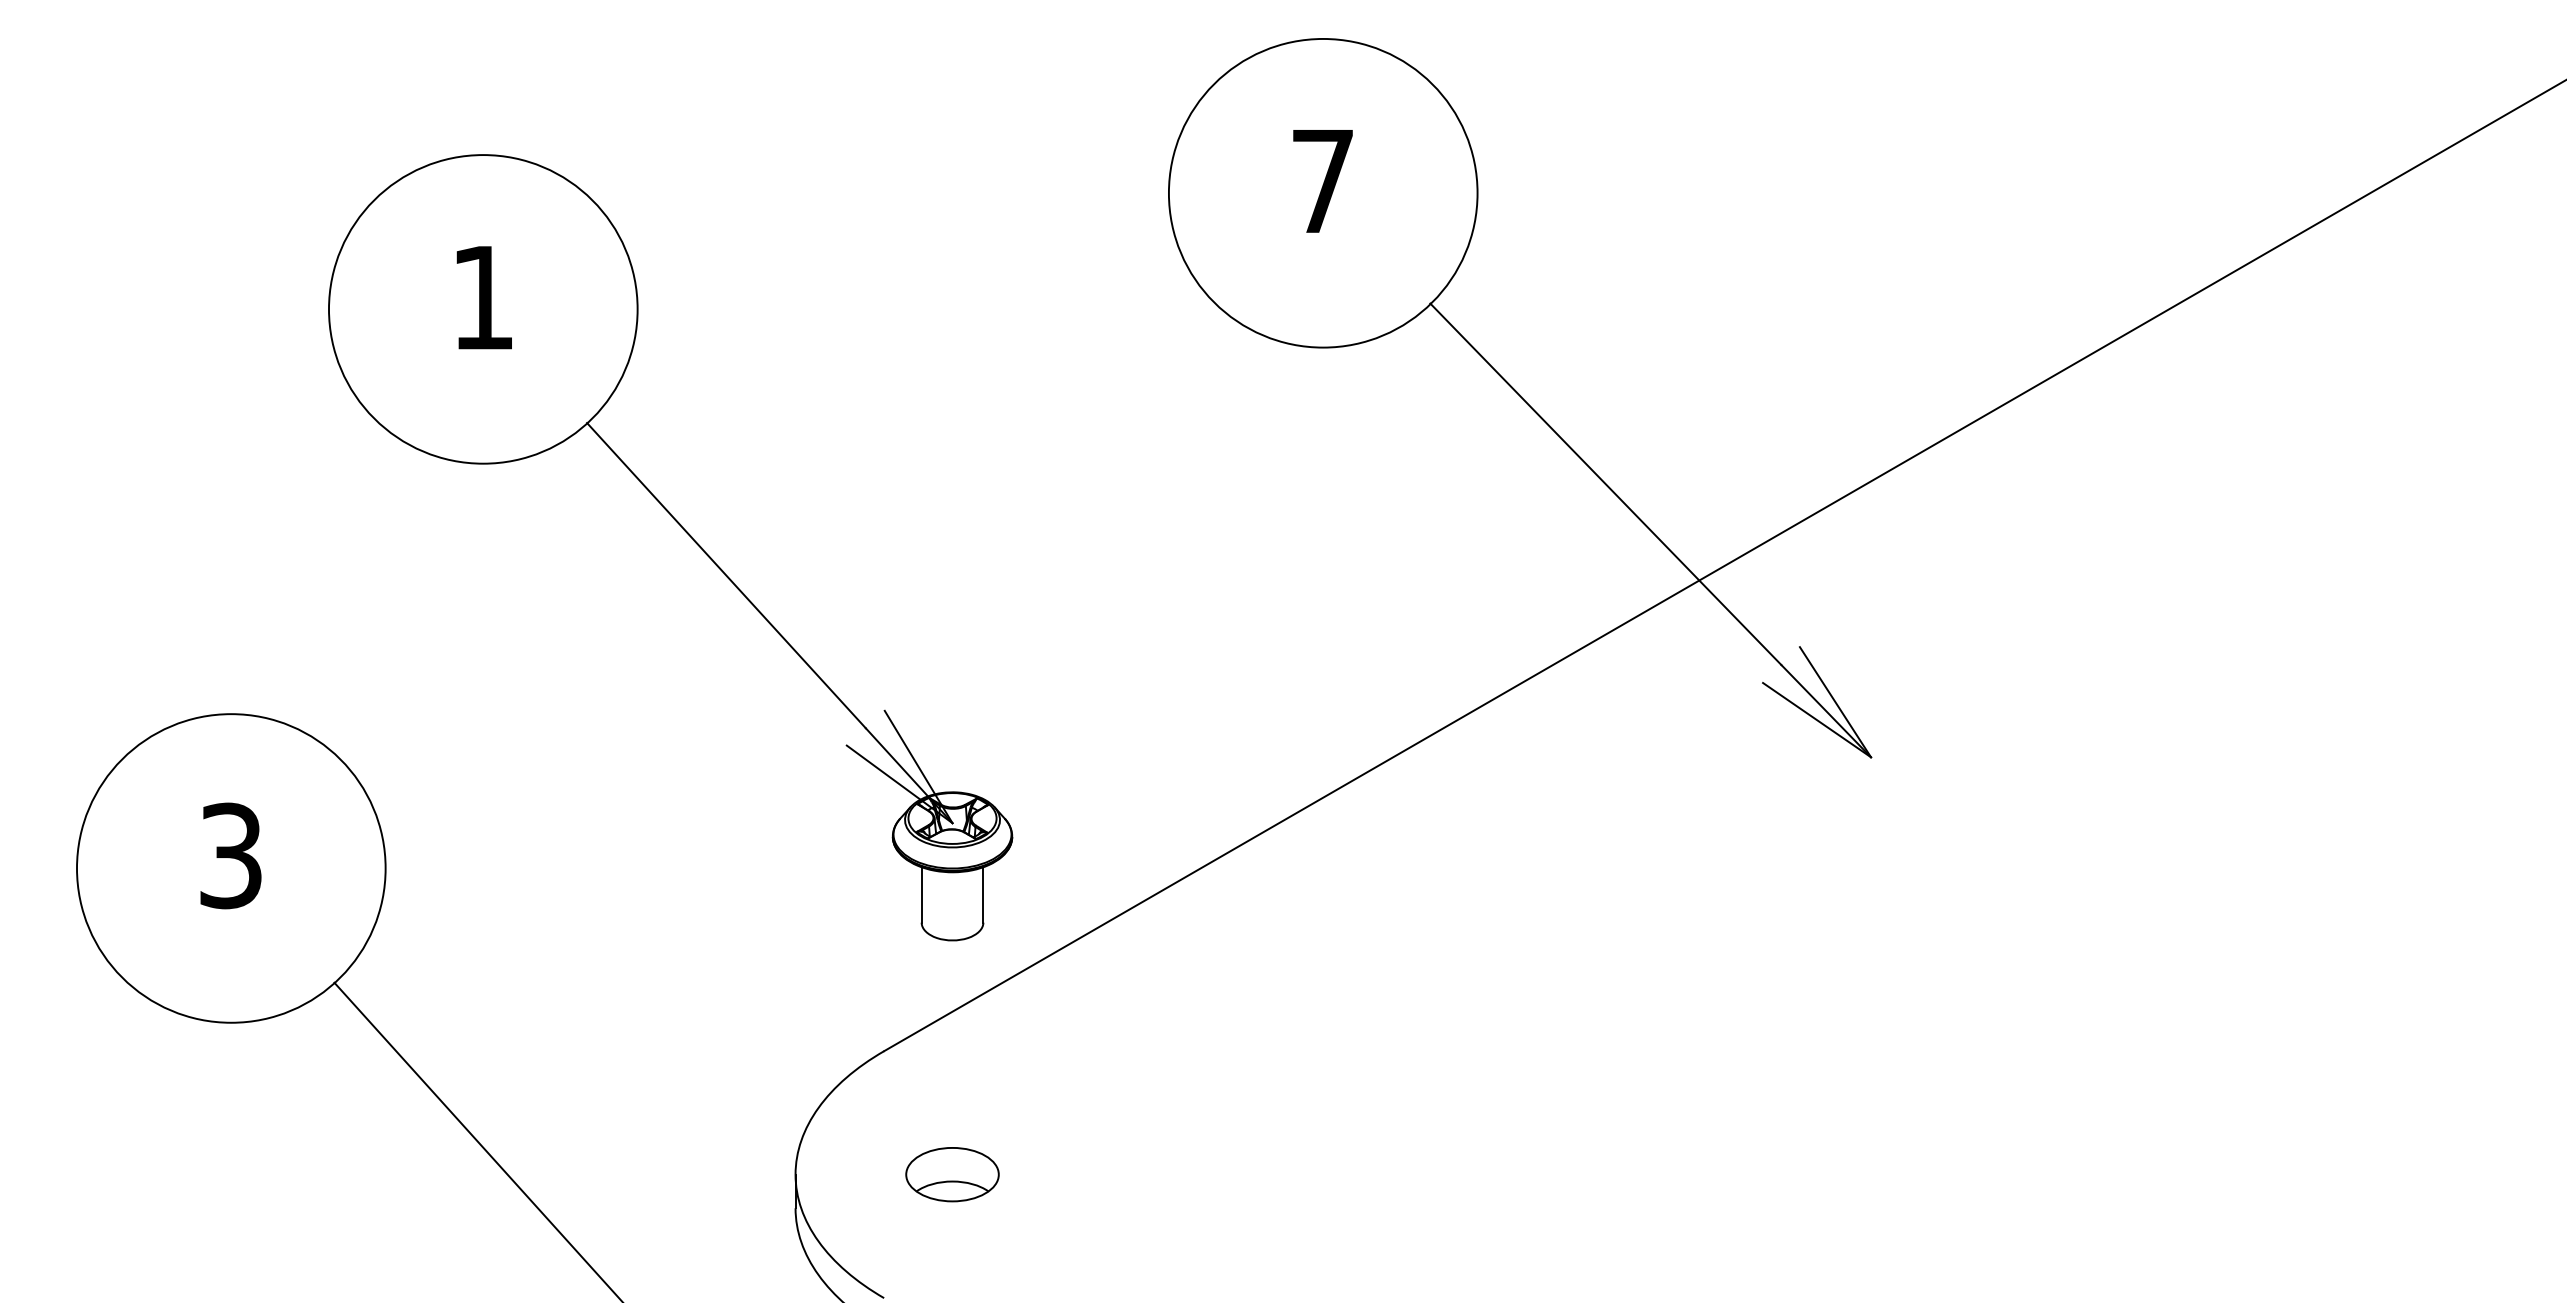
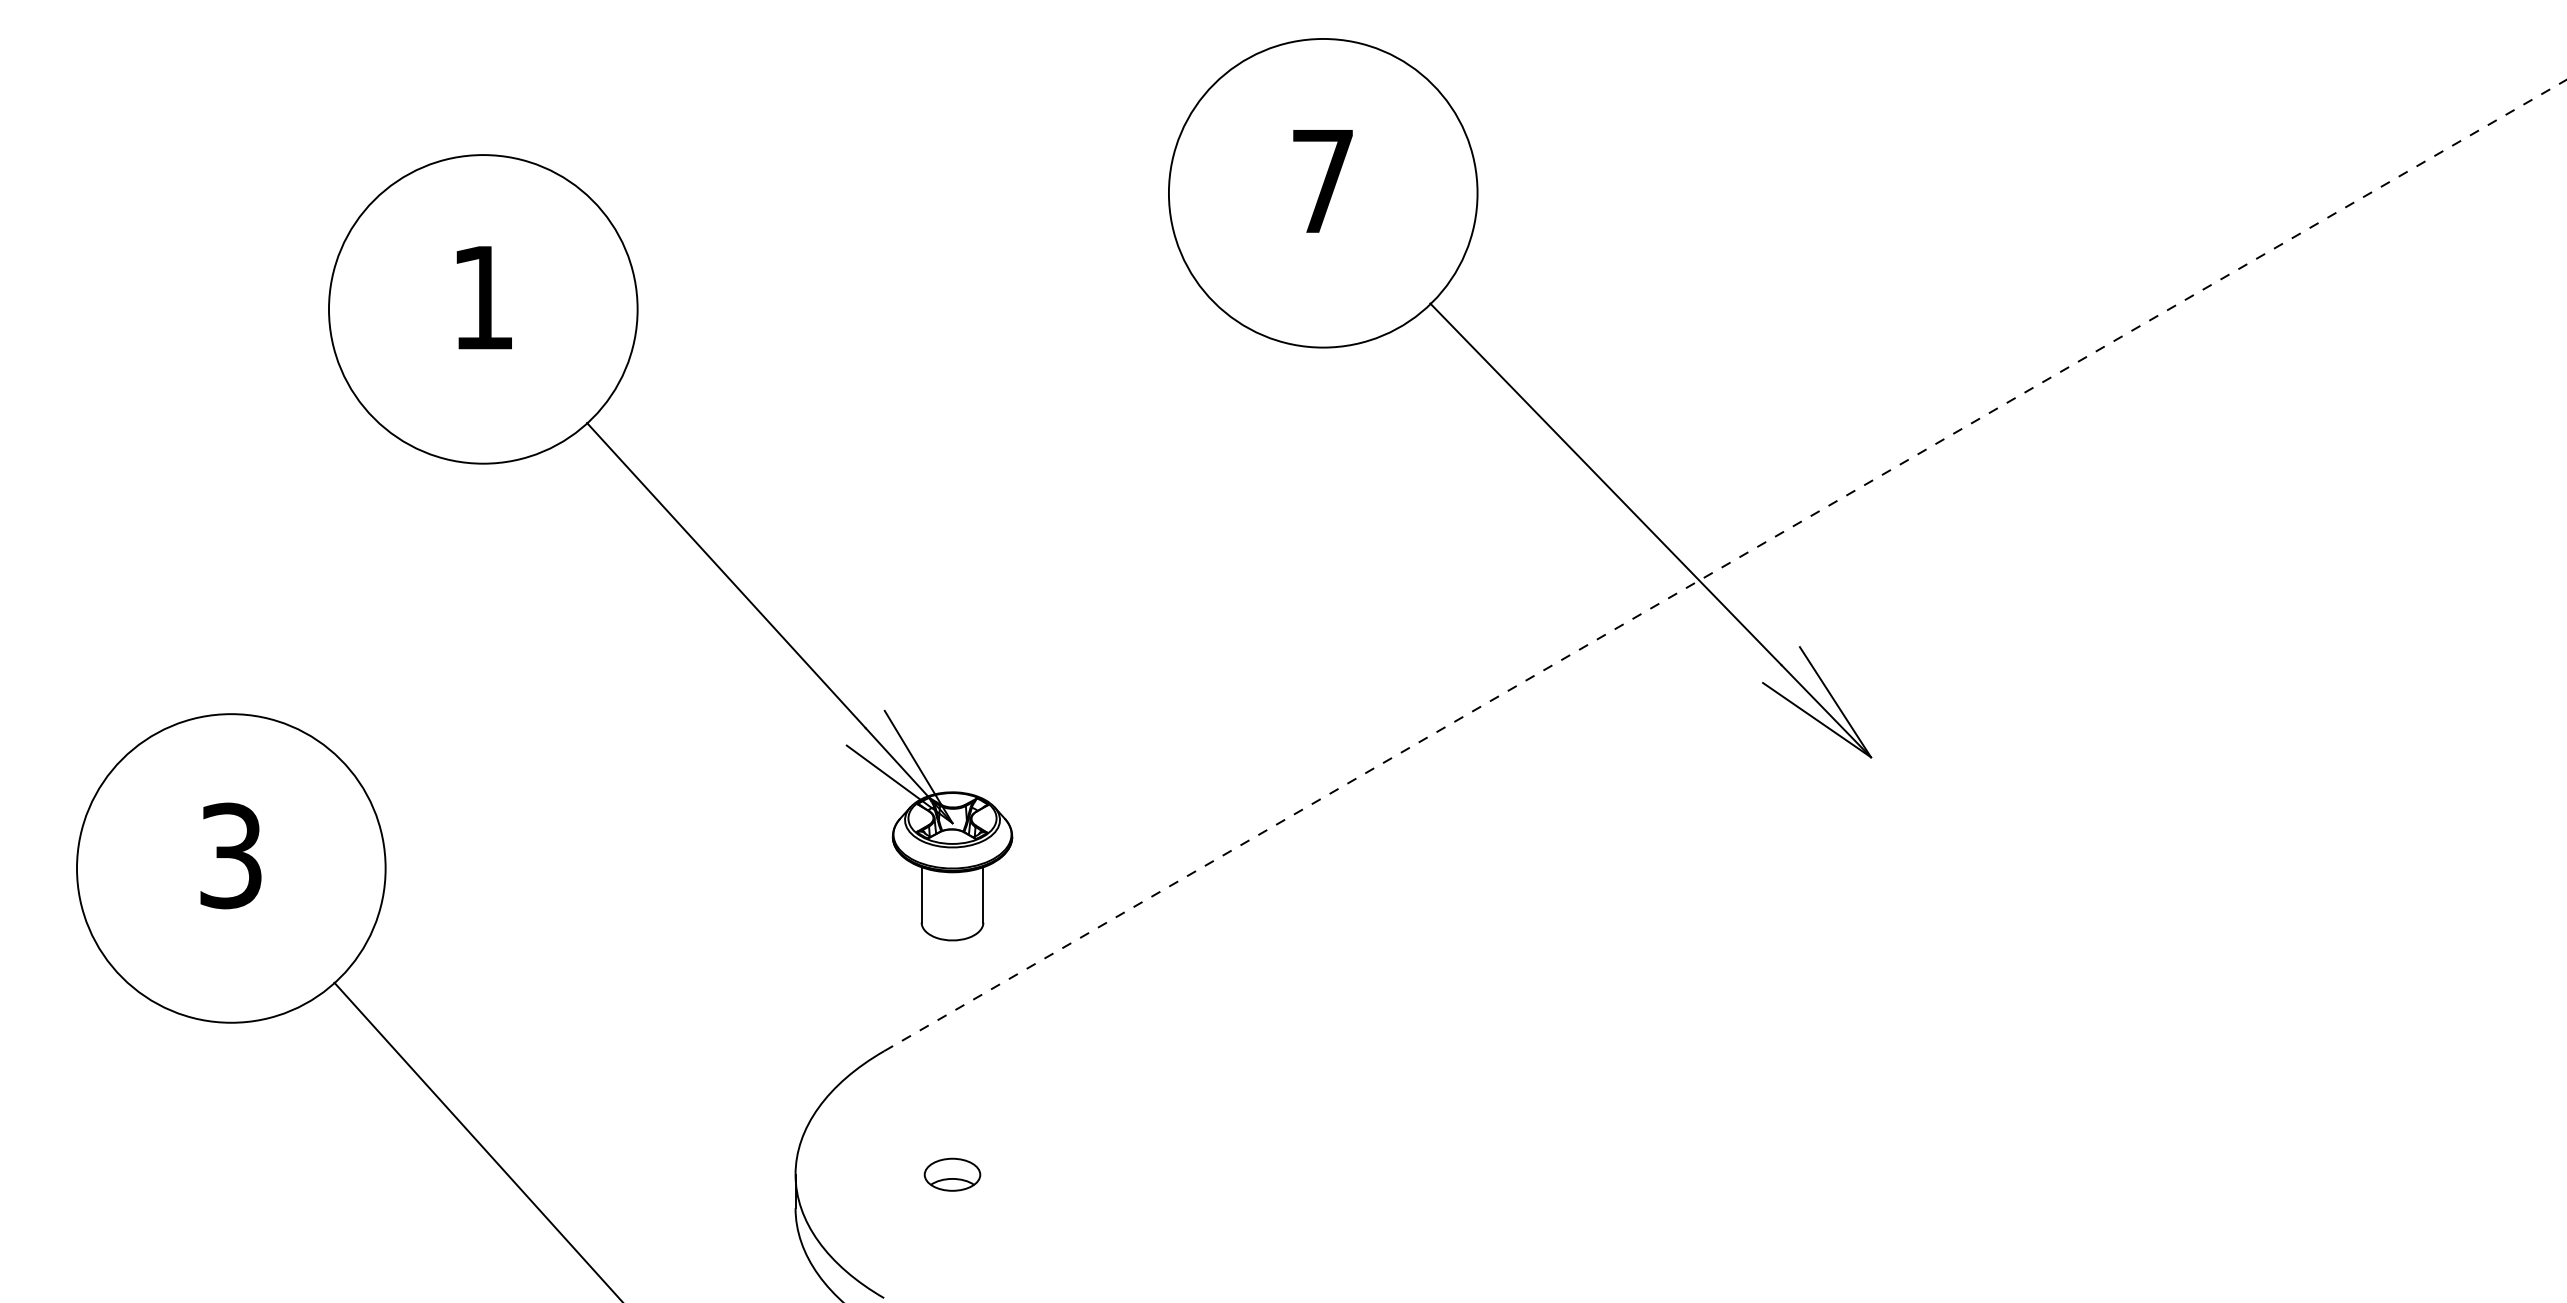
line at (1725, 565): solid -> dashed
part at (952, 1174) size: 95x56 px -> 59x35 px
